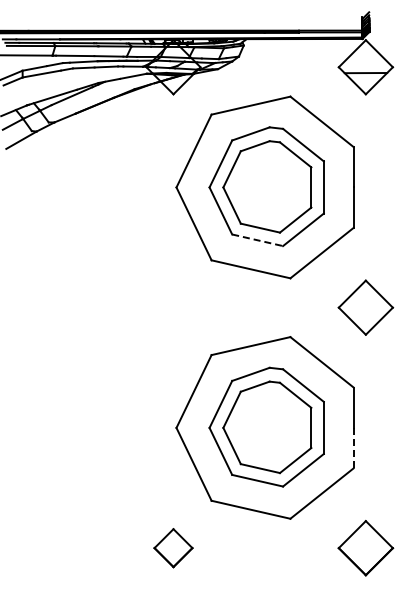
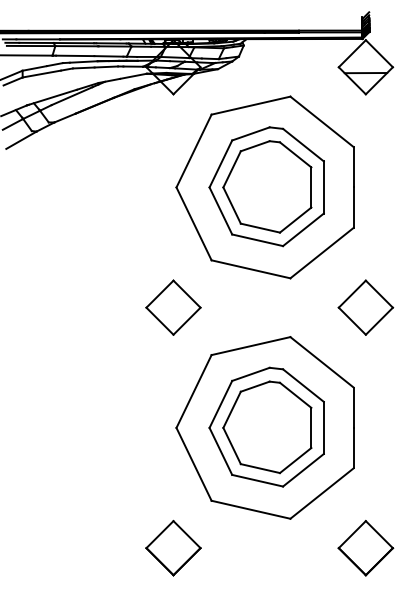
line at (258, 240): dashed -> solid
part at (173, 307): none -> present
line at (353, 447): dashed -> solid
part at (173, 548) size: 41x41 px -> 57x58 px
